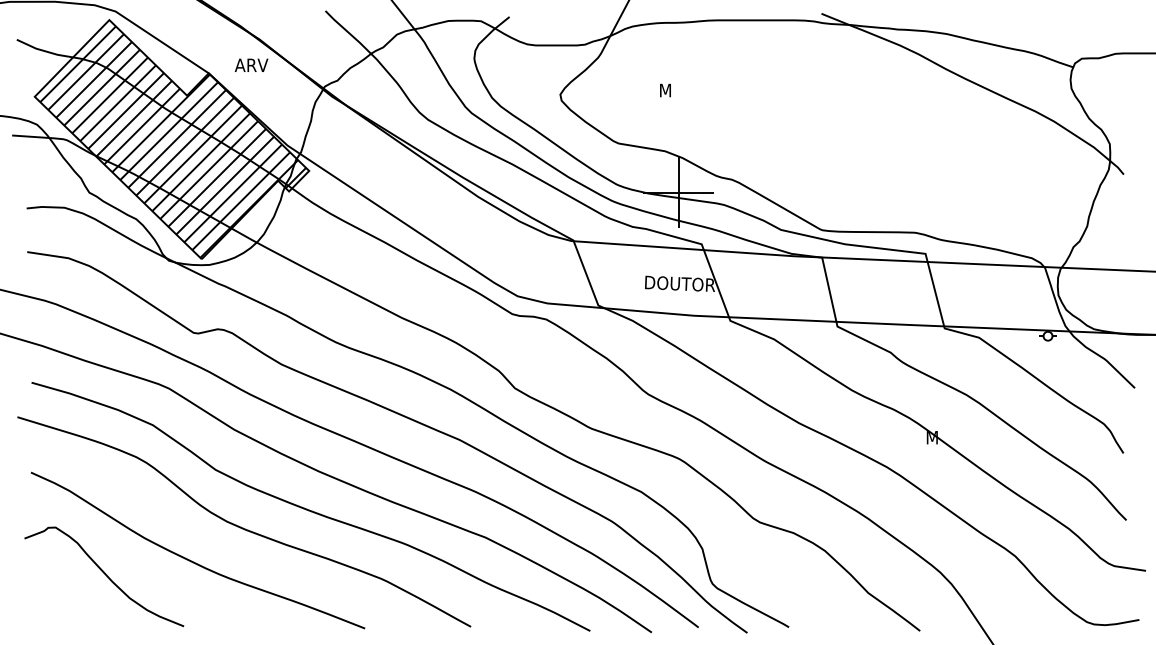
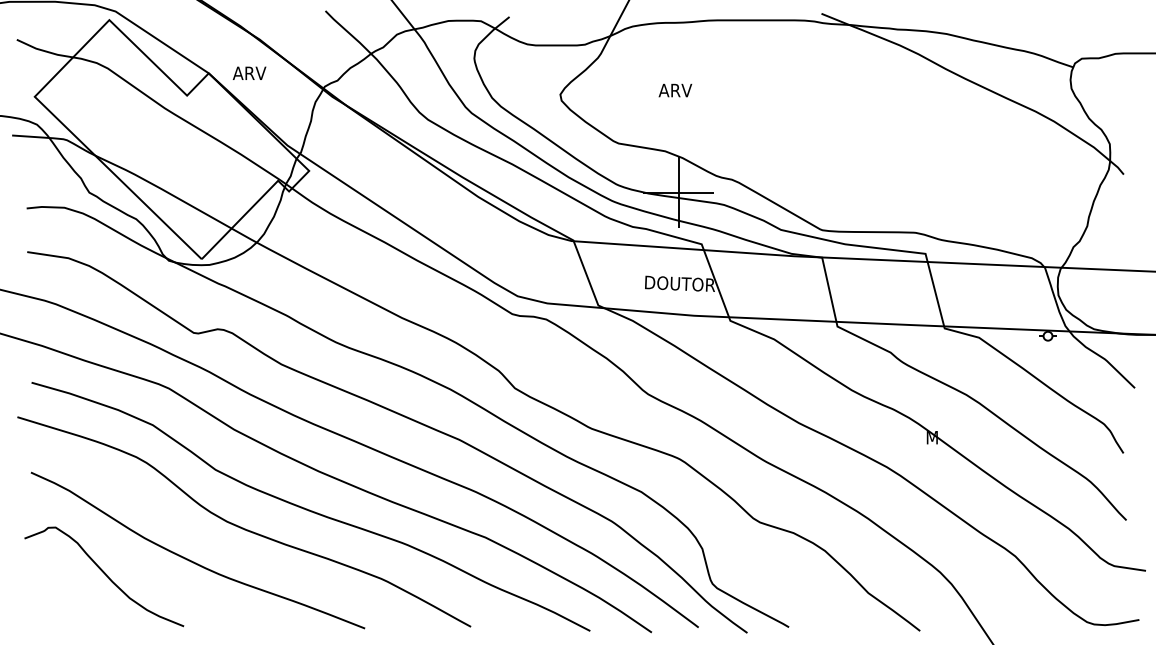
text at (251, 64) position: (251, 64) -> (249, 72)
text at (675, 90): M -> ARV
hatch at (173, 141): present -> none
